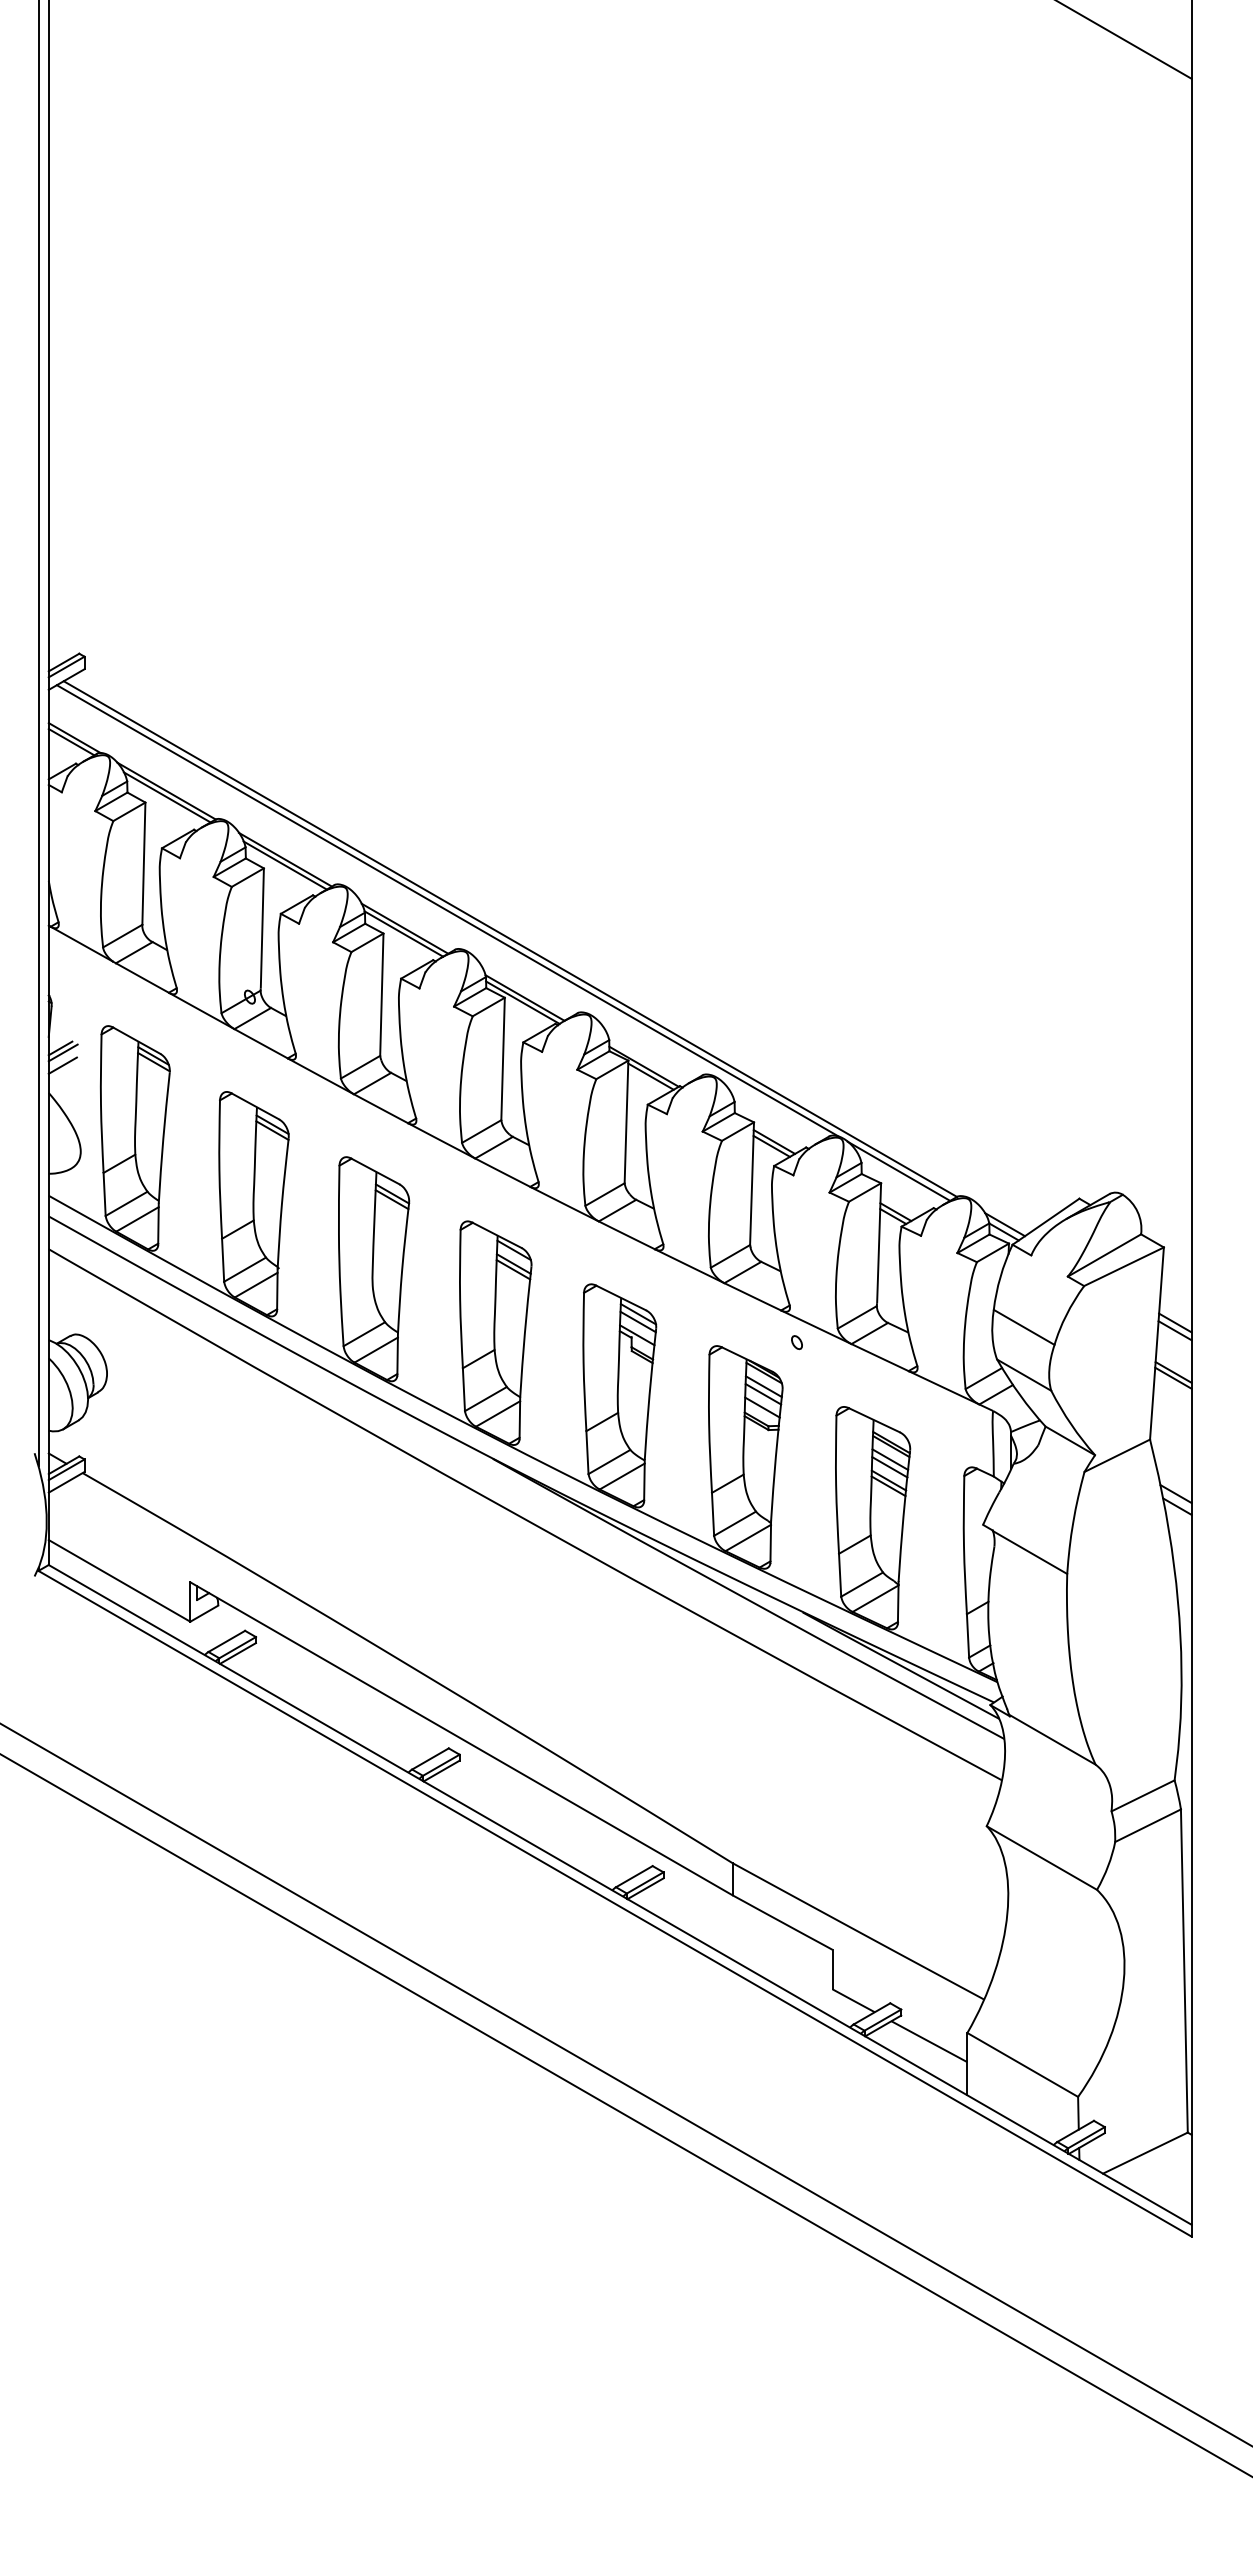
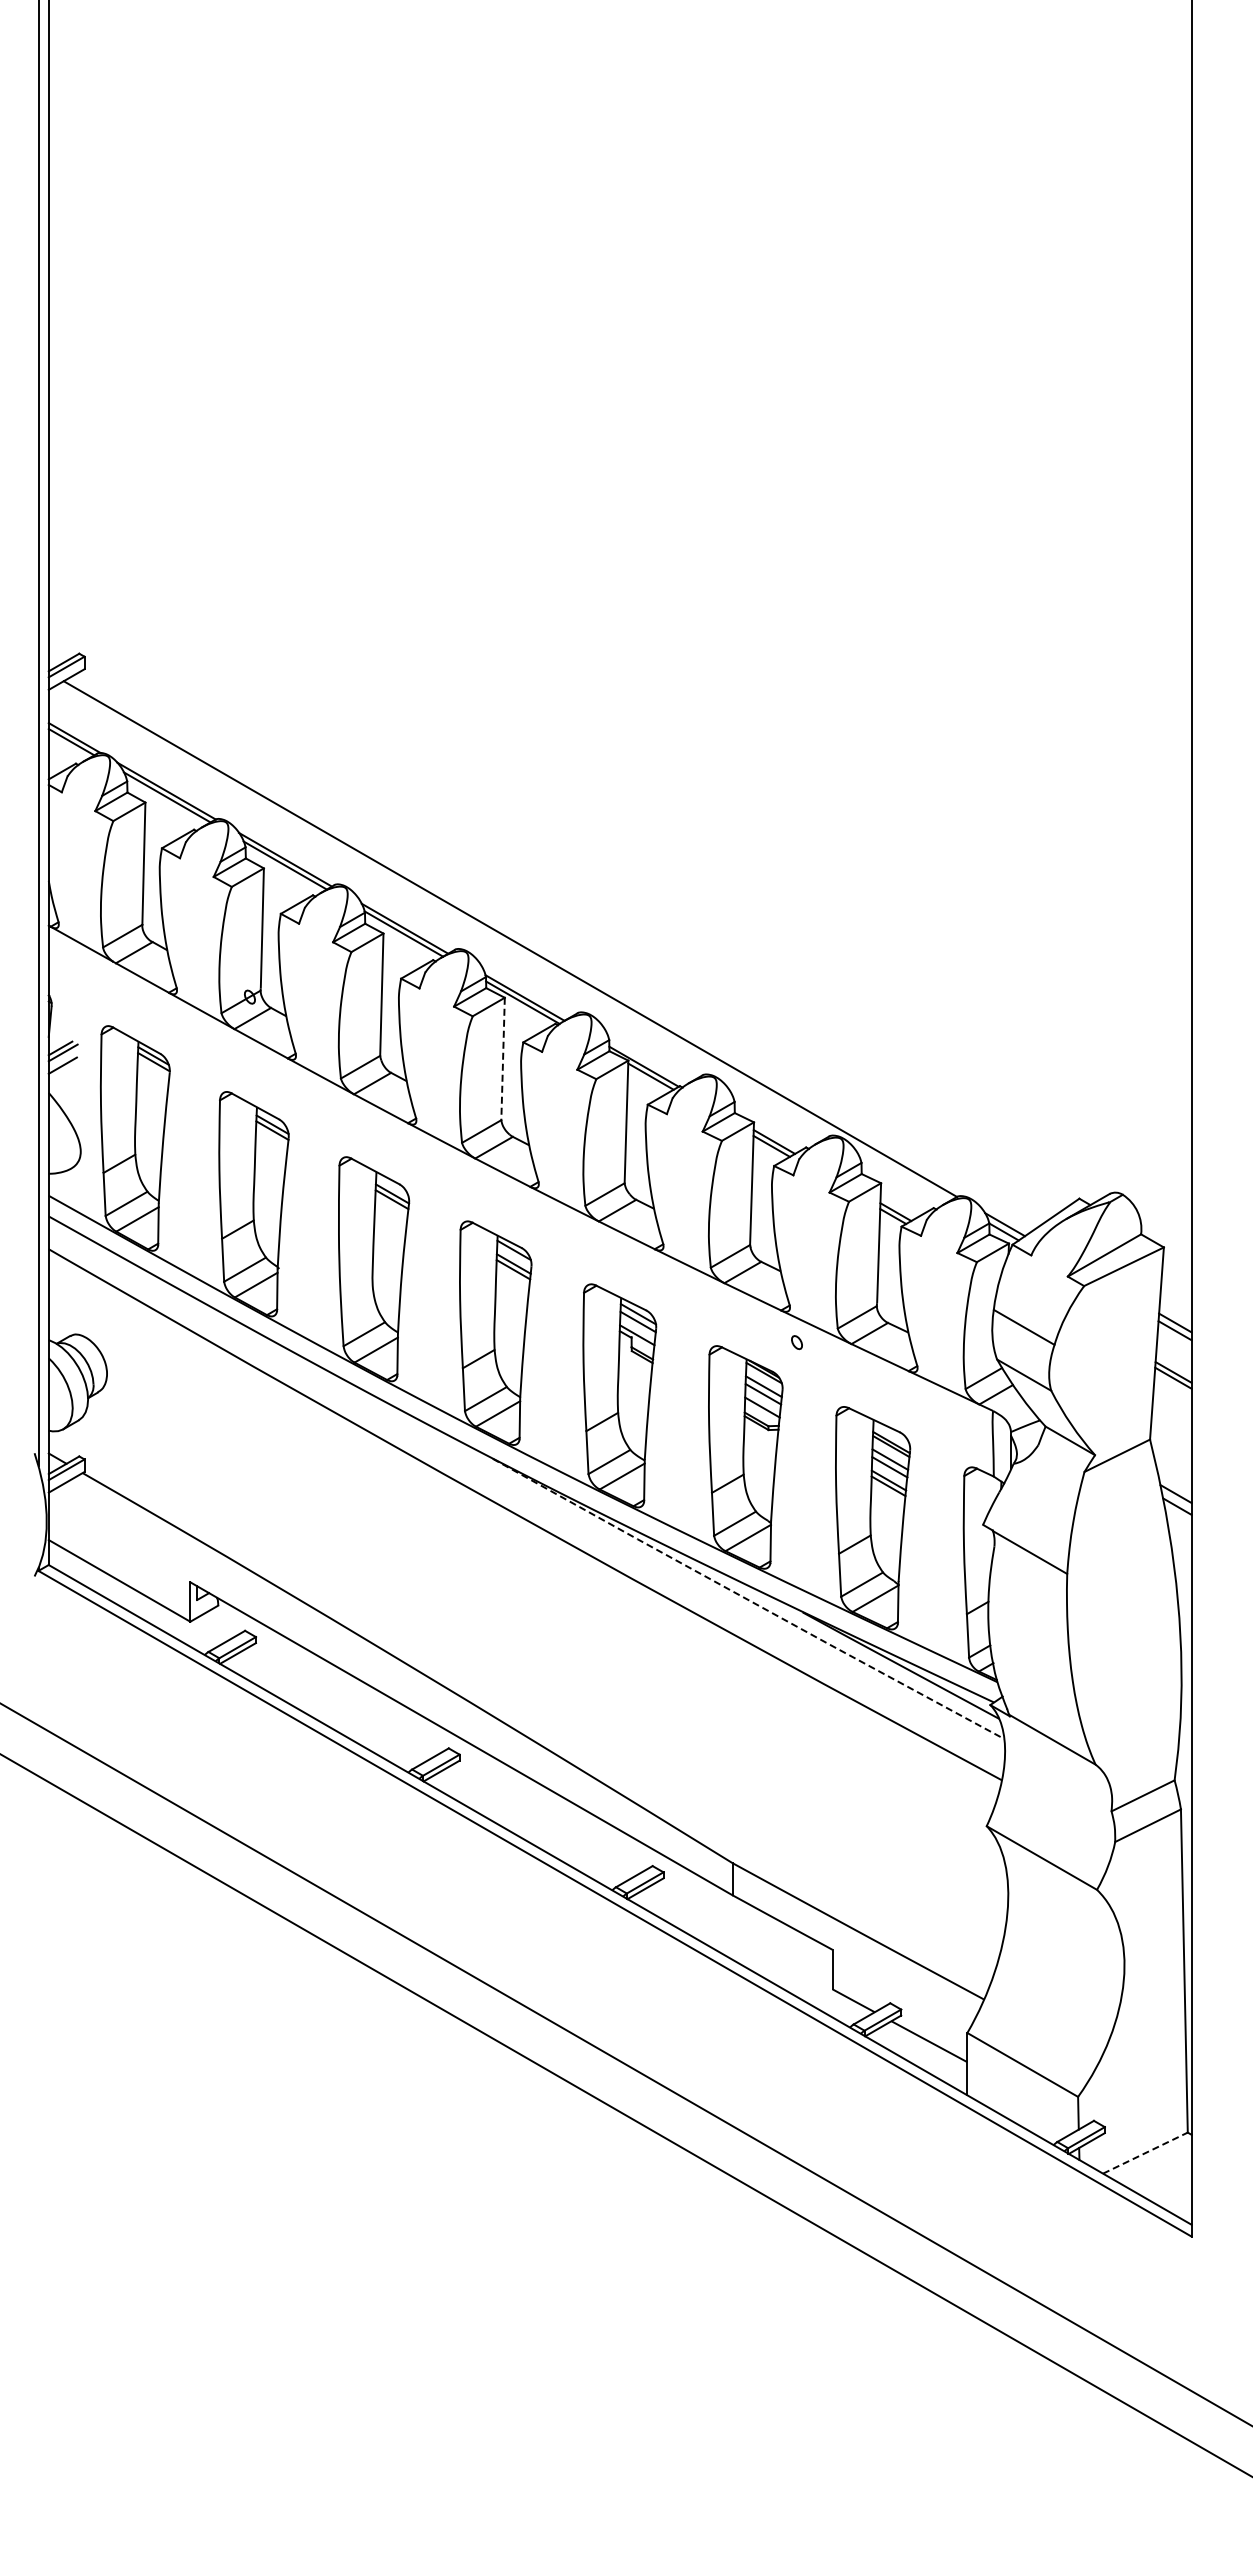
line at (1125, 40): present -> none
line at (447, 910): present -> none
line at (503, 1059): solid -> dashed
line at (898, 1170): present -> none
line at (748, 1599): solid -> dashed
line at (625, 2084) position: (625, 2084) -> (625, 2064)
line at (1145, 2152): solid -> dashed
